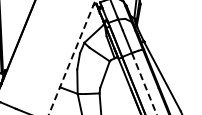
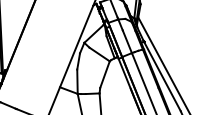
line at (72, 57): dashed -> solid
line at (163, 64): none -> present
line at (144, 84): dashed -> solid
